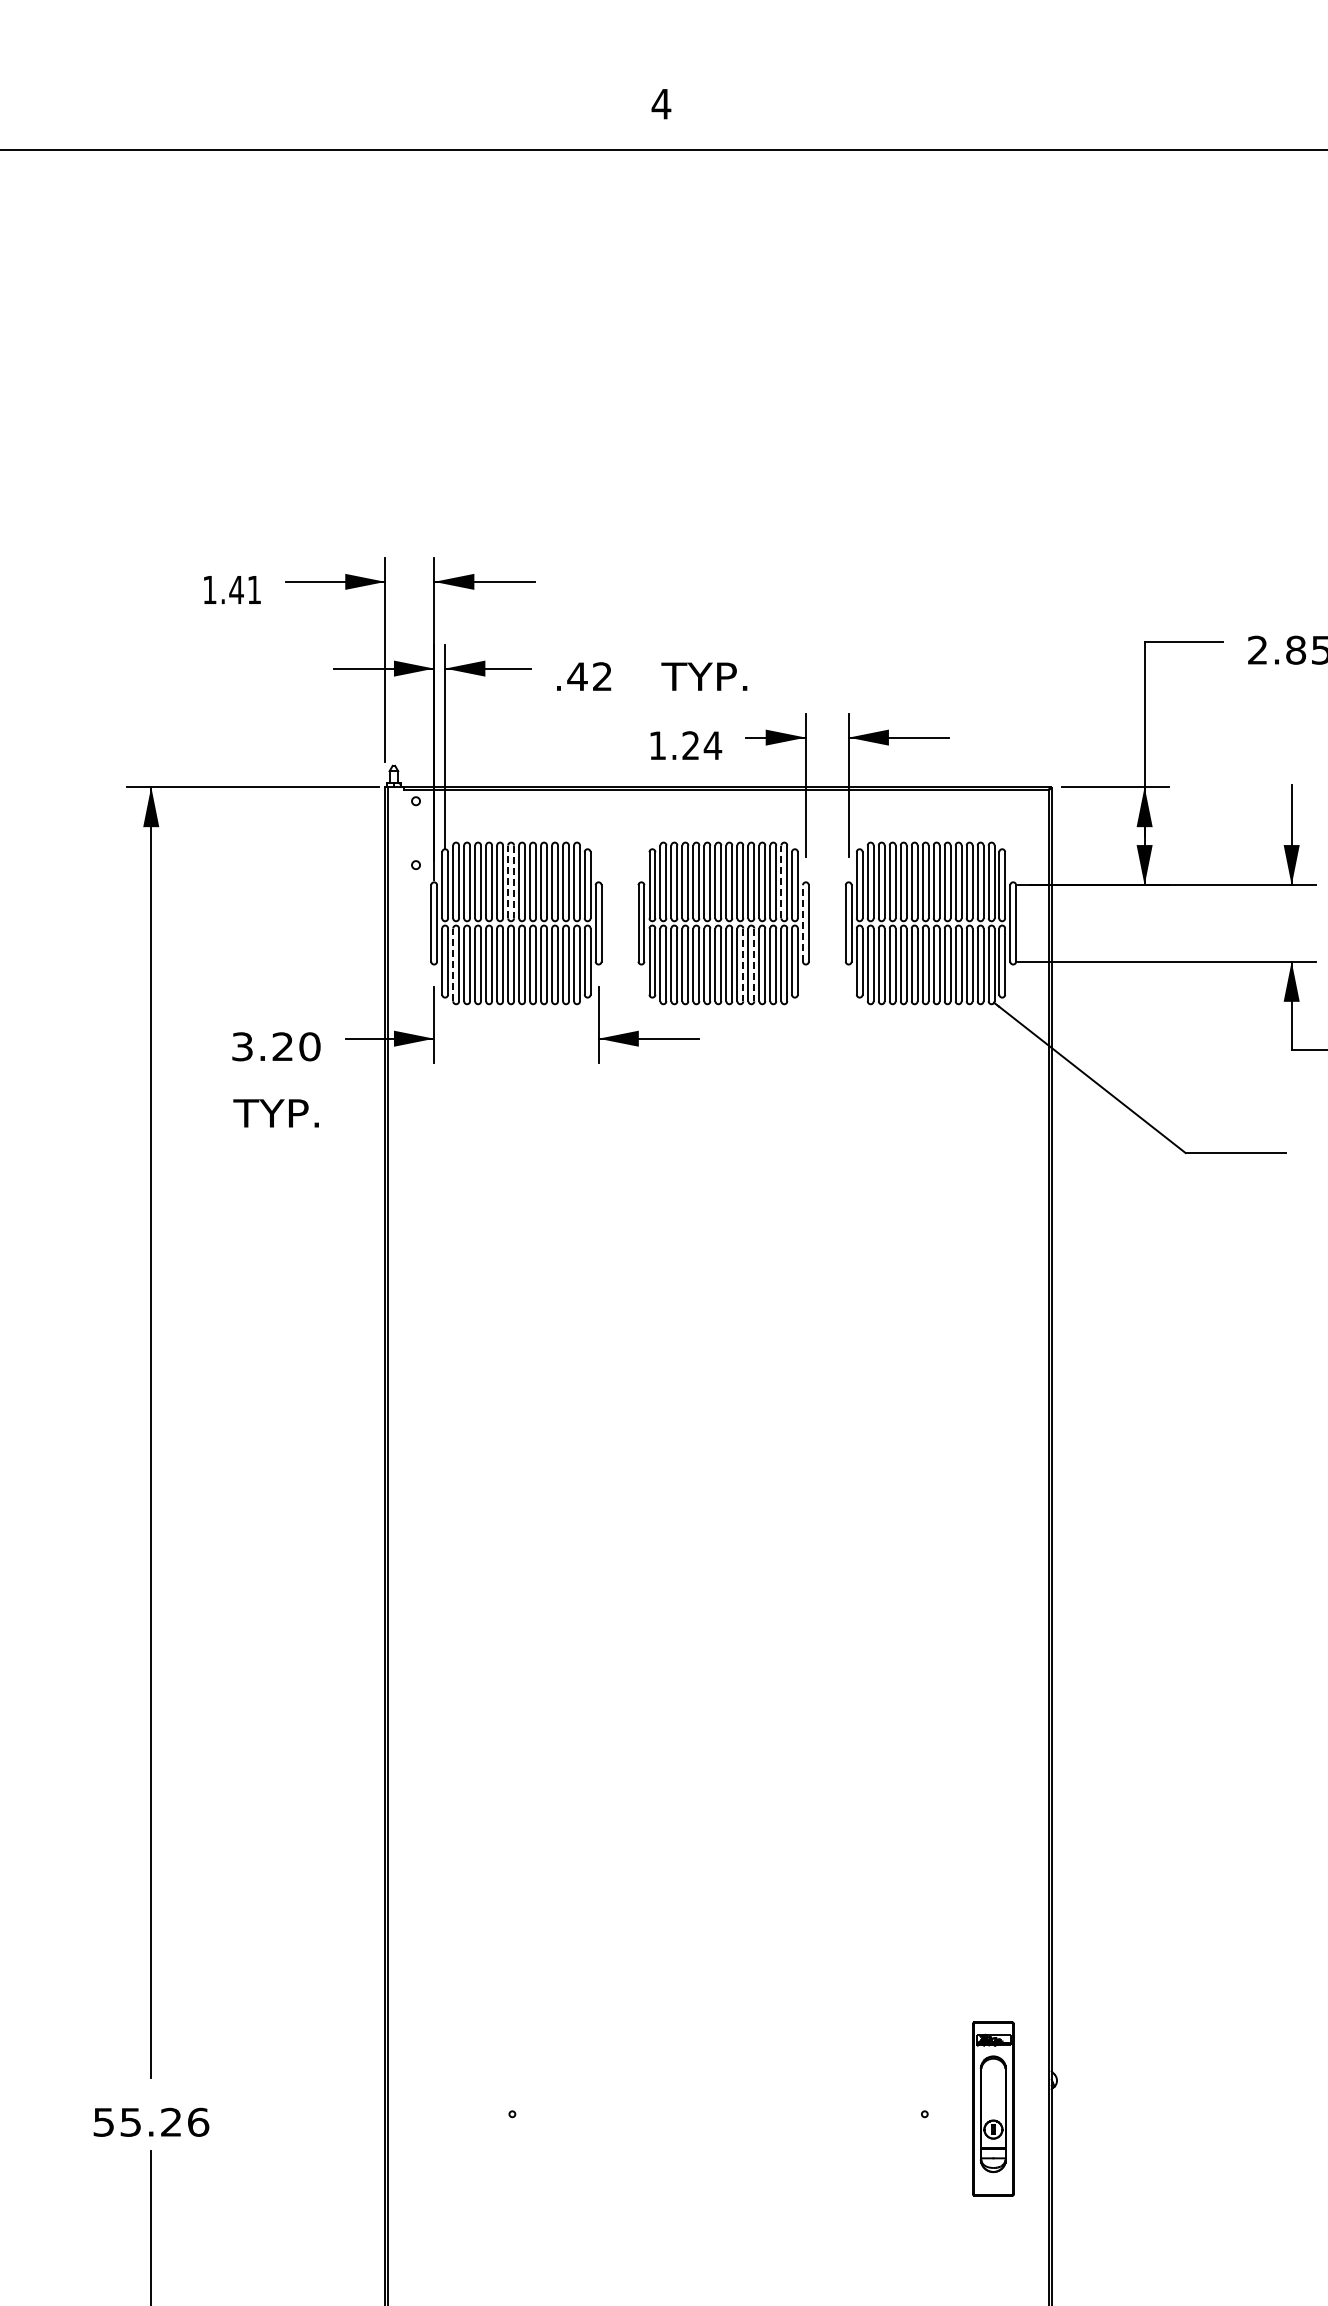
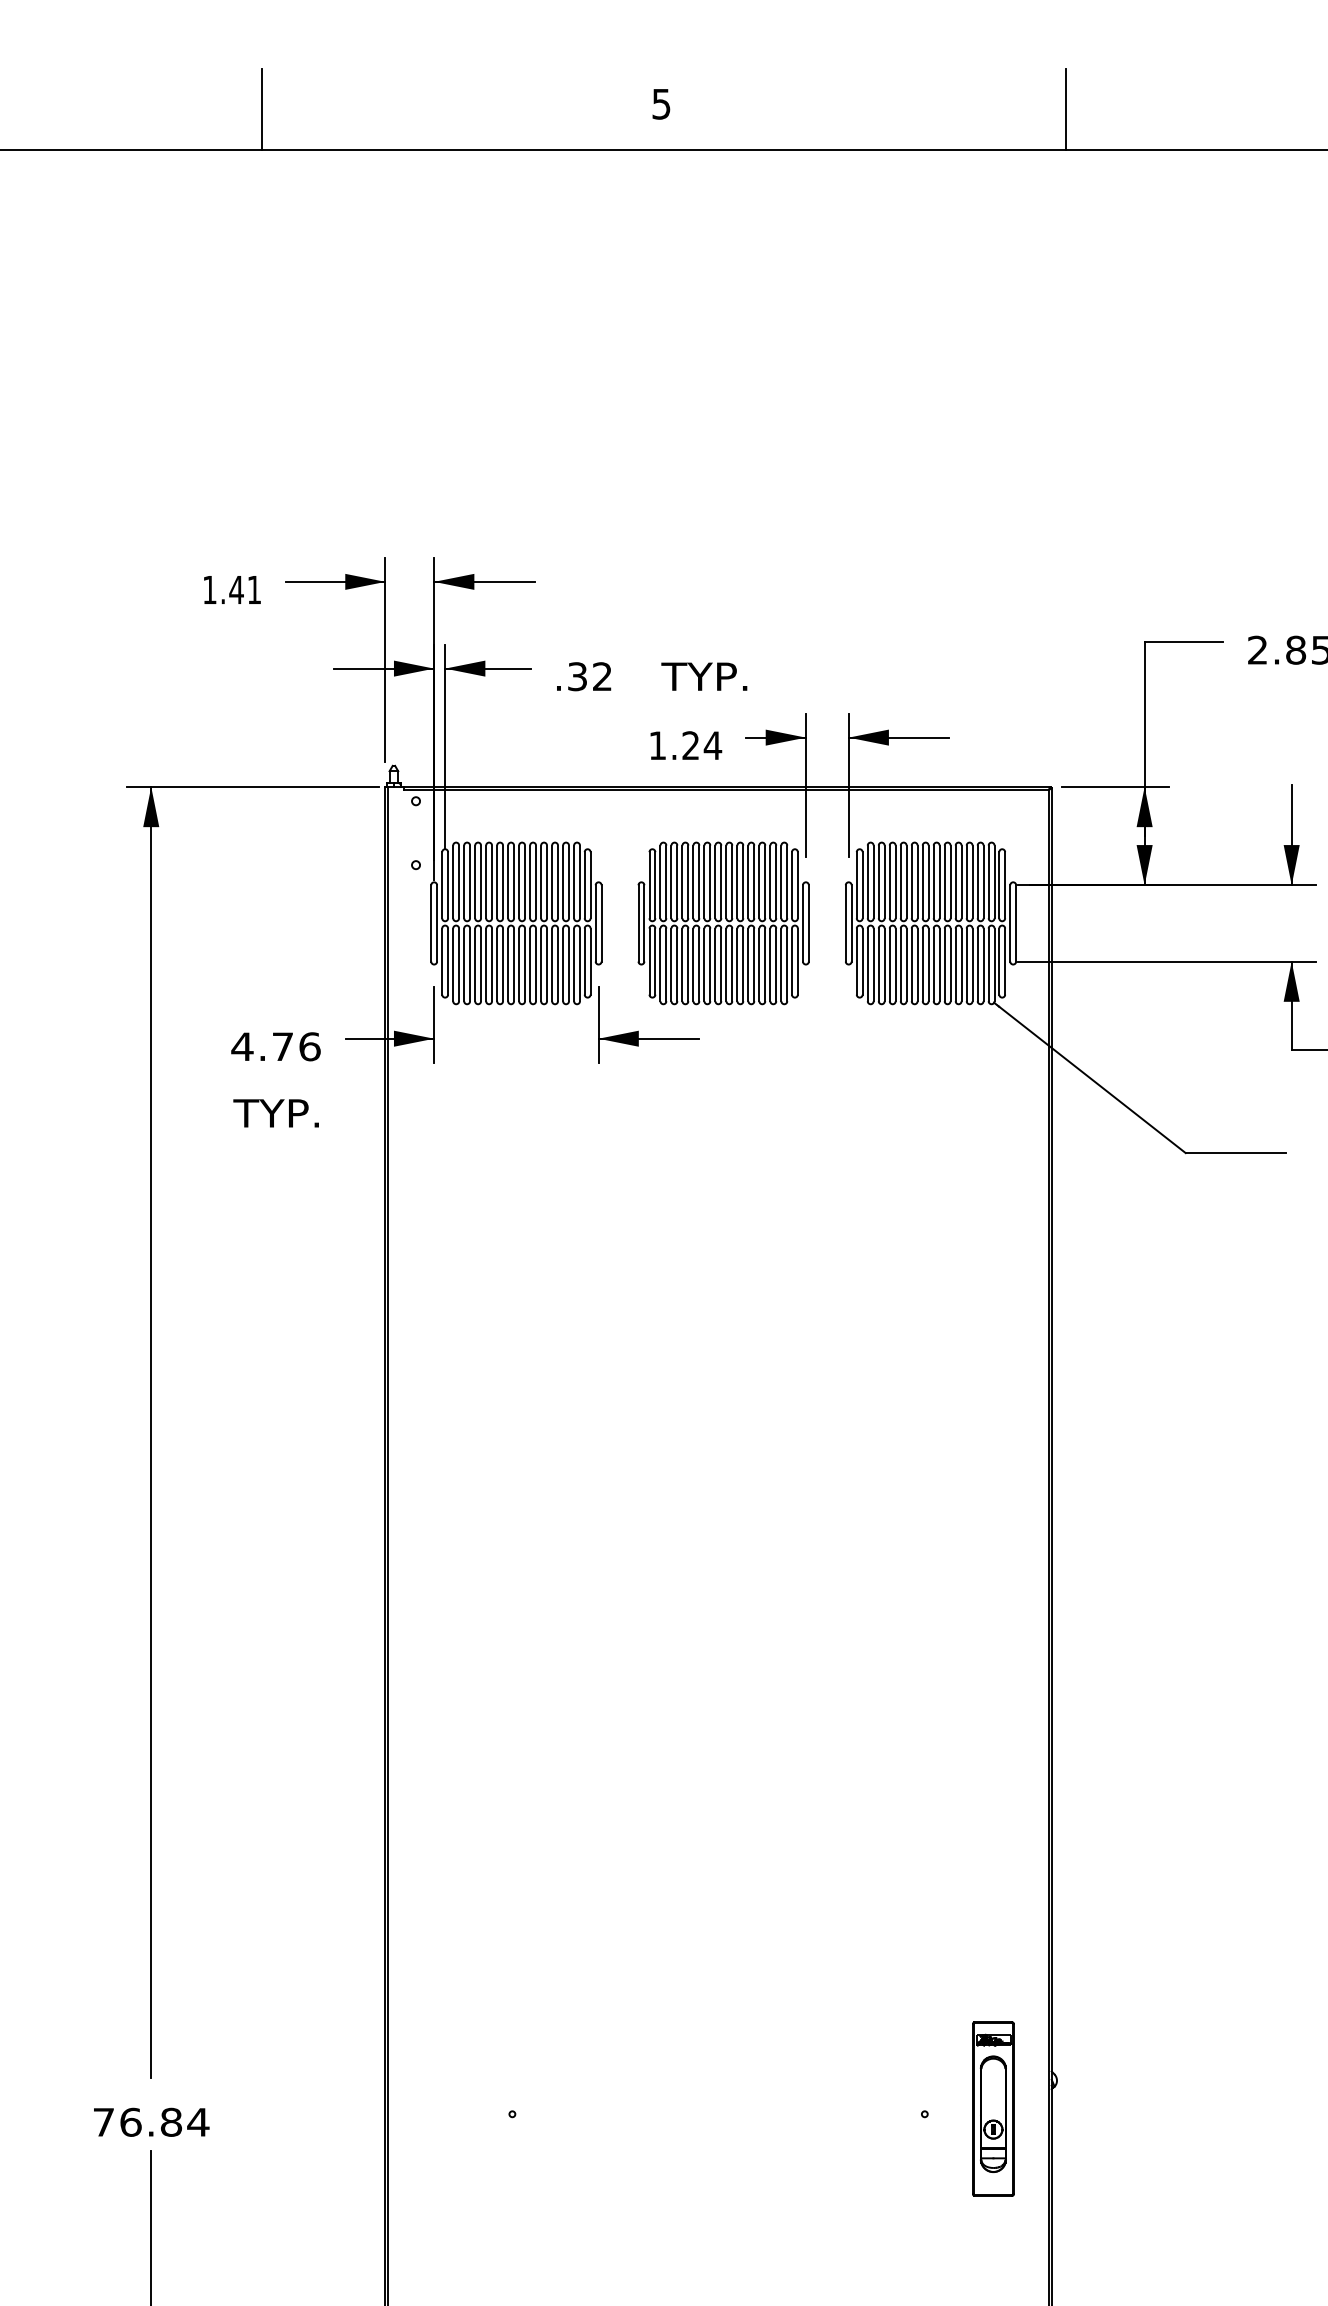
text at (661, 104): 4 -> 5
line at (262, 109): none -> present
line at (1066, 109): none -> present
text at (577, 676): .42 -> .32
line at (508, 881): dashed -> solid
line at (781, 881): dashed -> solid
line at (514, 882): dashed -> solid
line at (802, 922): dashed -> solid
line at (453, 964): dashed -> solid
line at (743, 965): dashed -> solid
line at (754, 965): dashed -> solid
text at (275, 1046): 3.20 -> 4.76
text at (151, 2121): 55.26 -> 76.84
